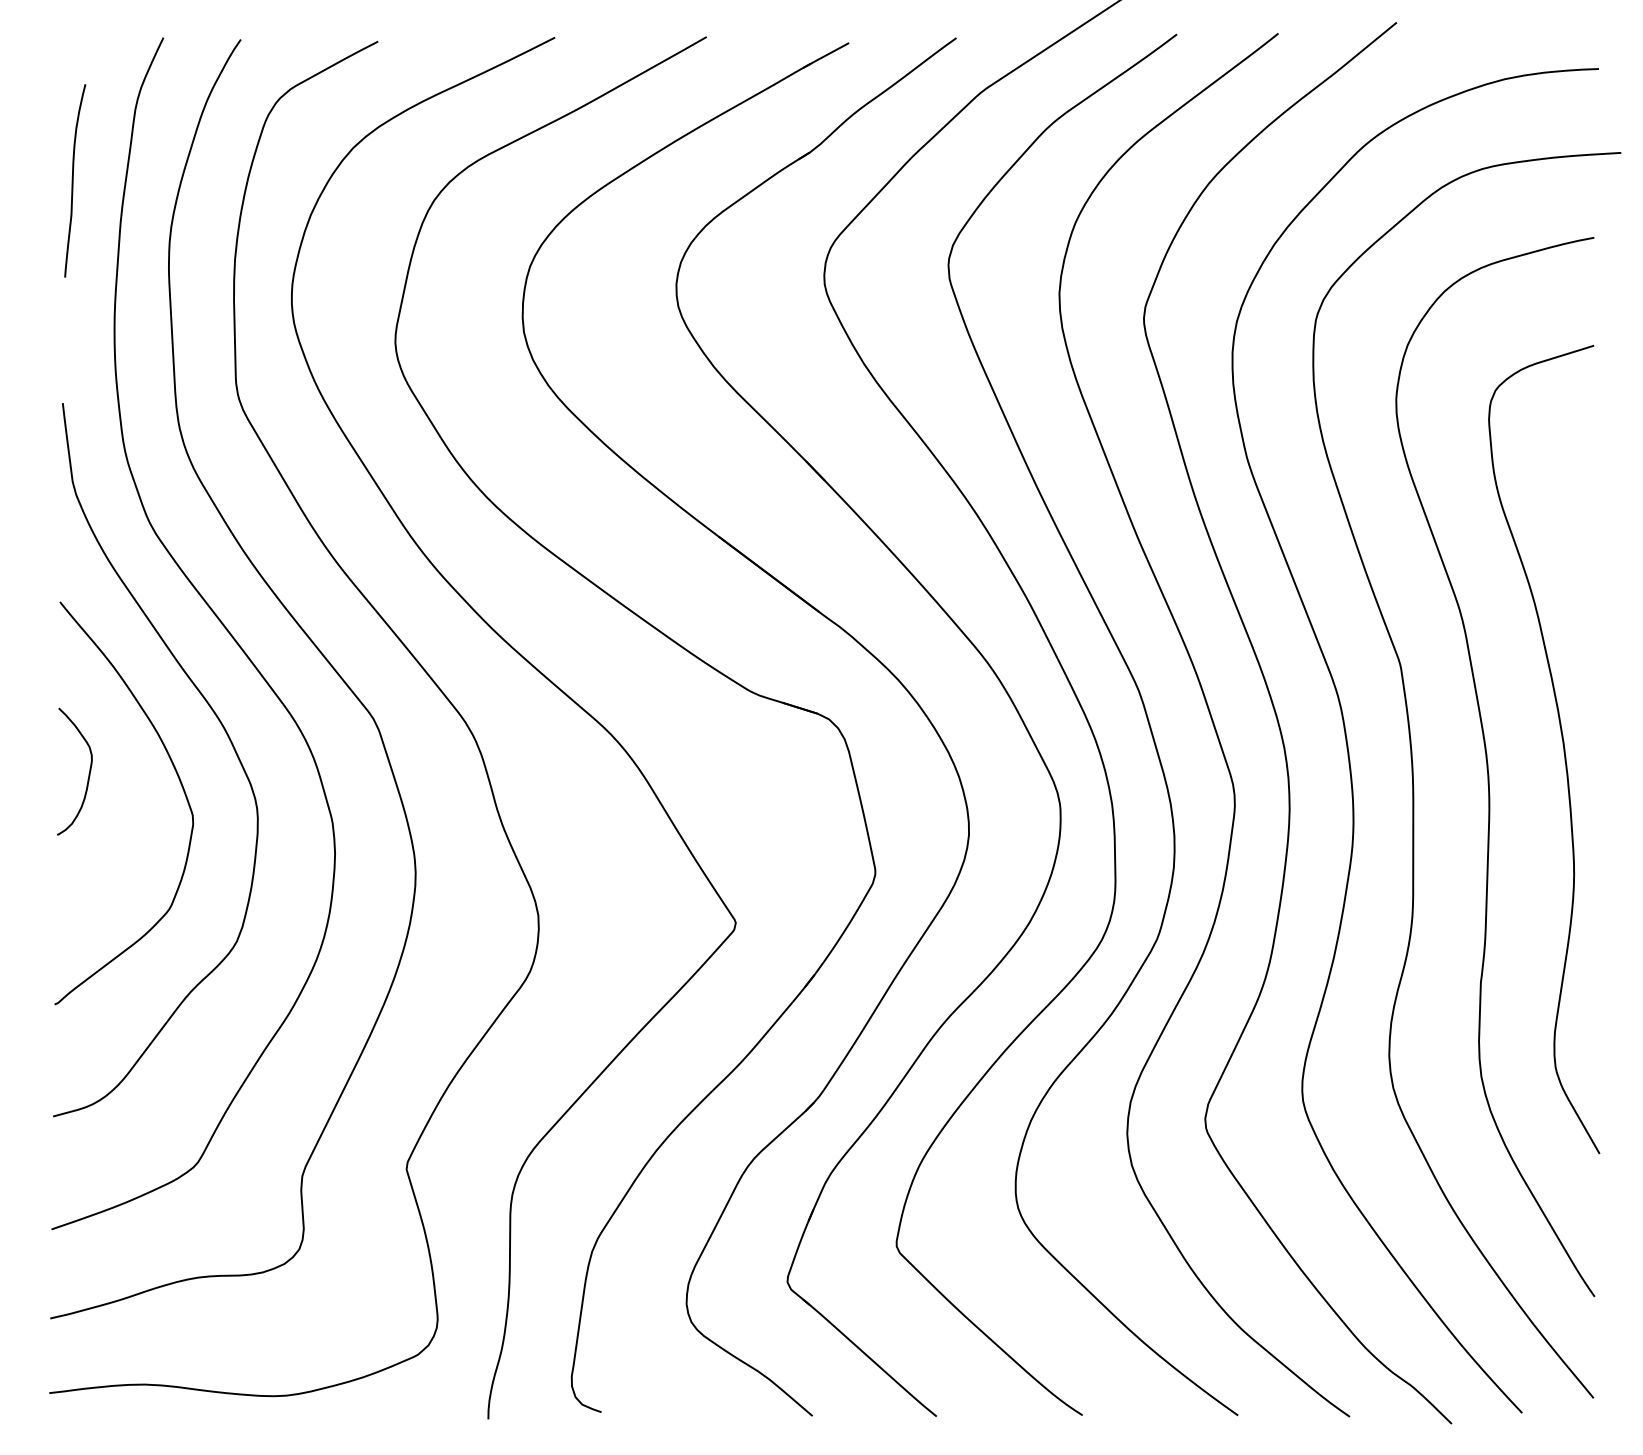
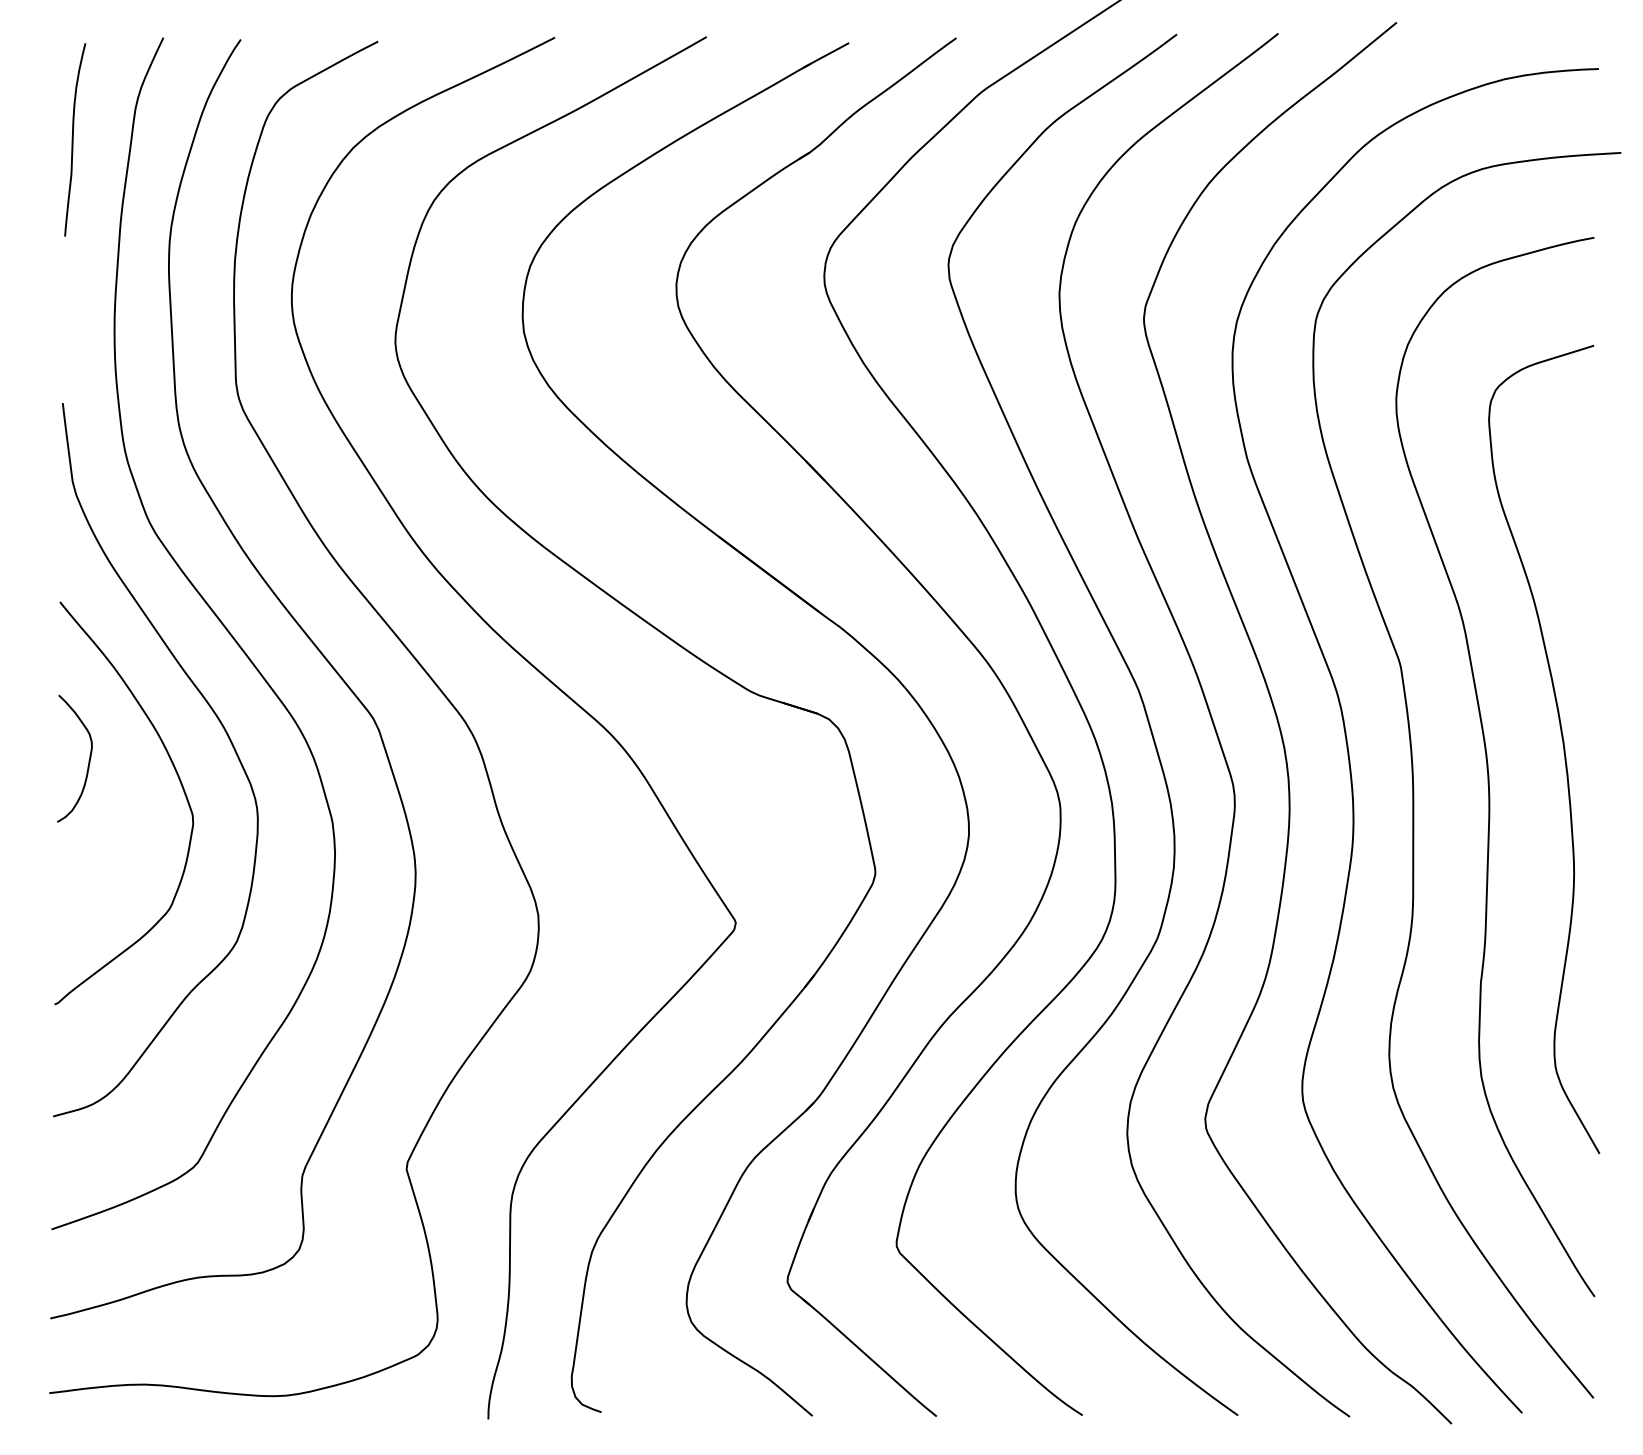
curve at (73, 180) position: (73, 180) -> (73, 139)
curve at (88, 773) position: (88, 773) -> (88, 760)
